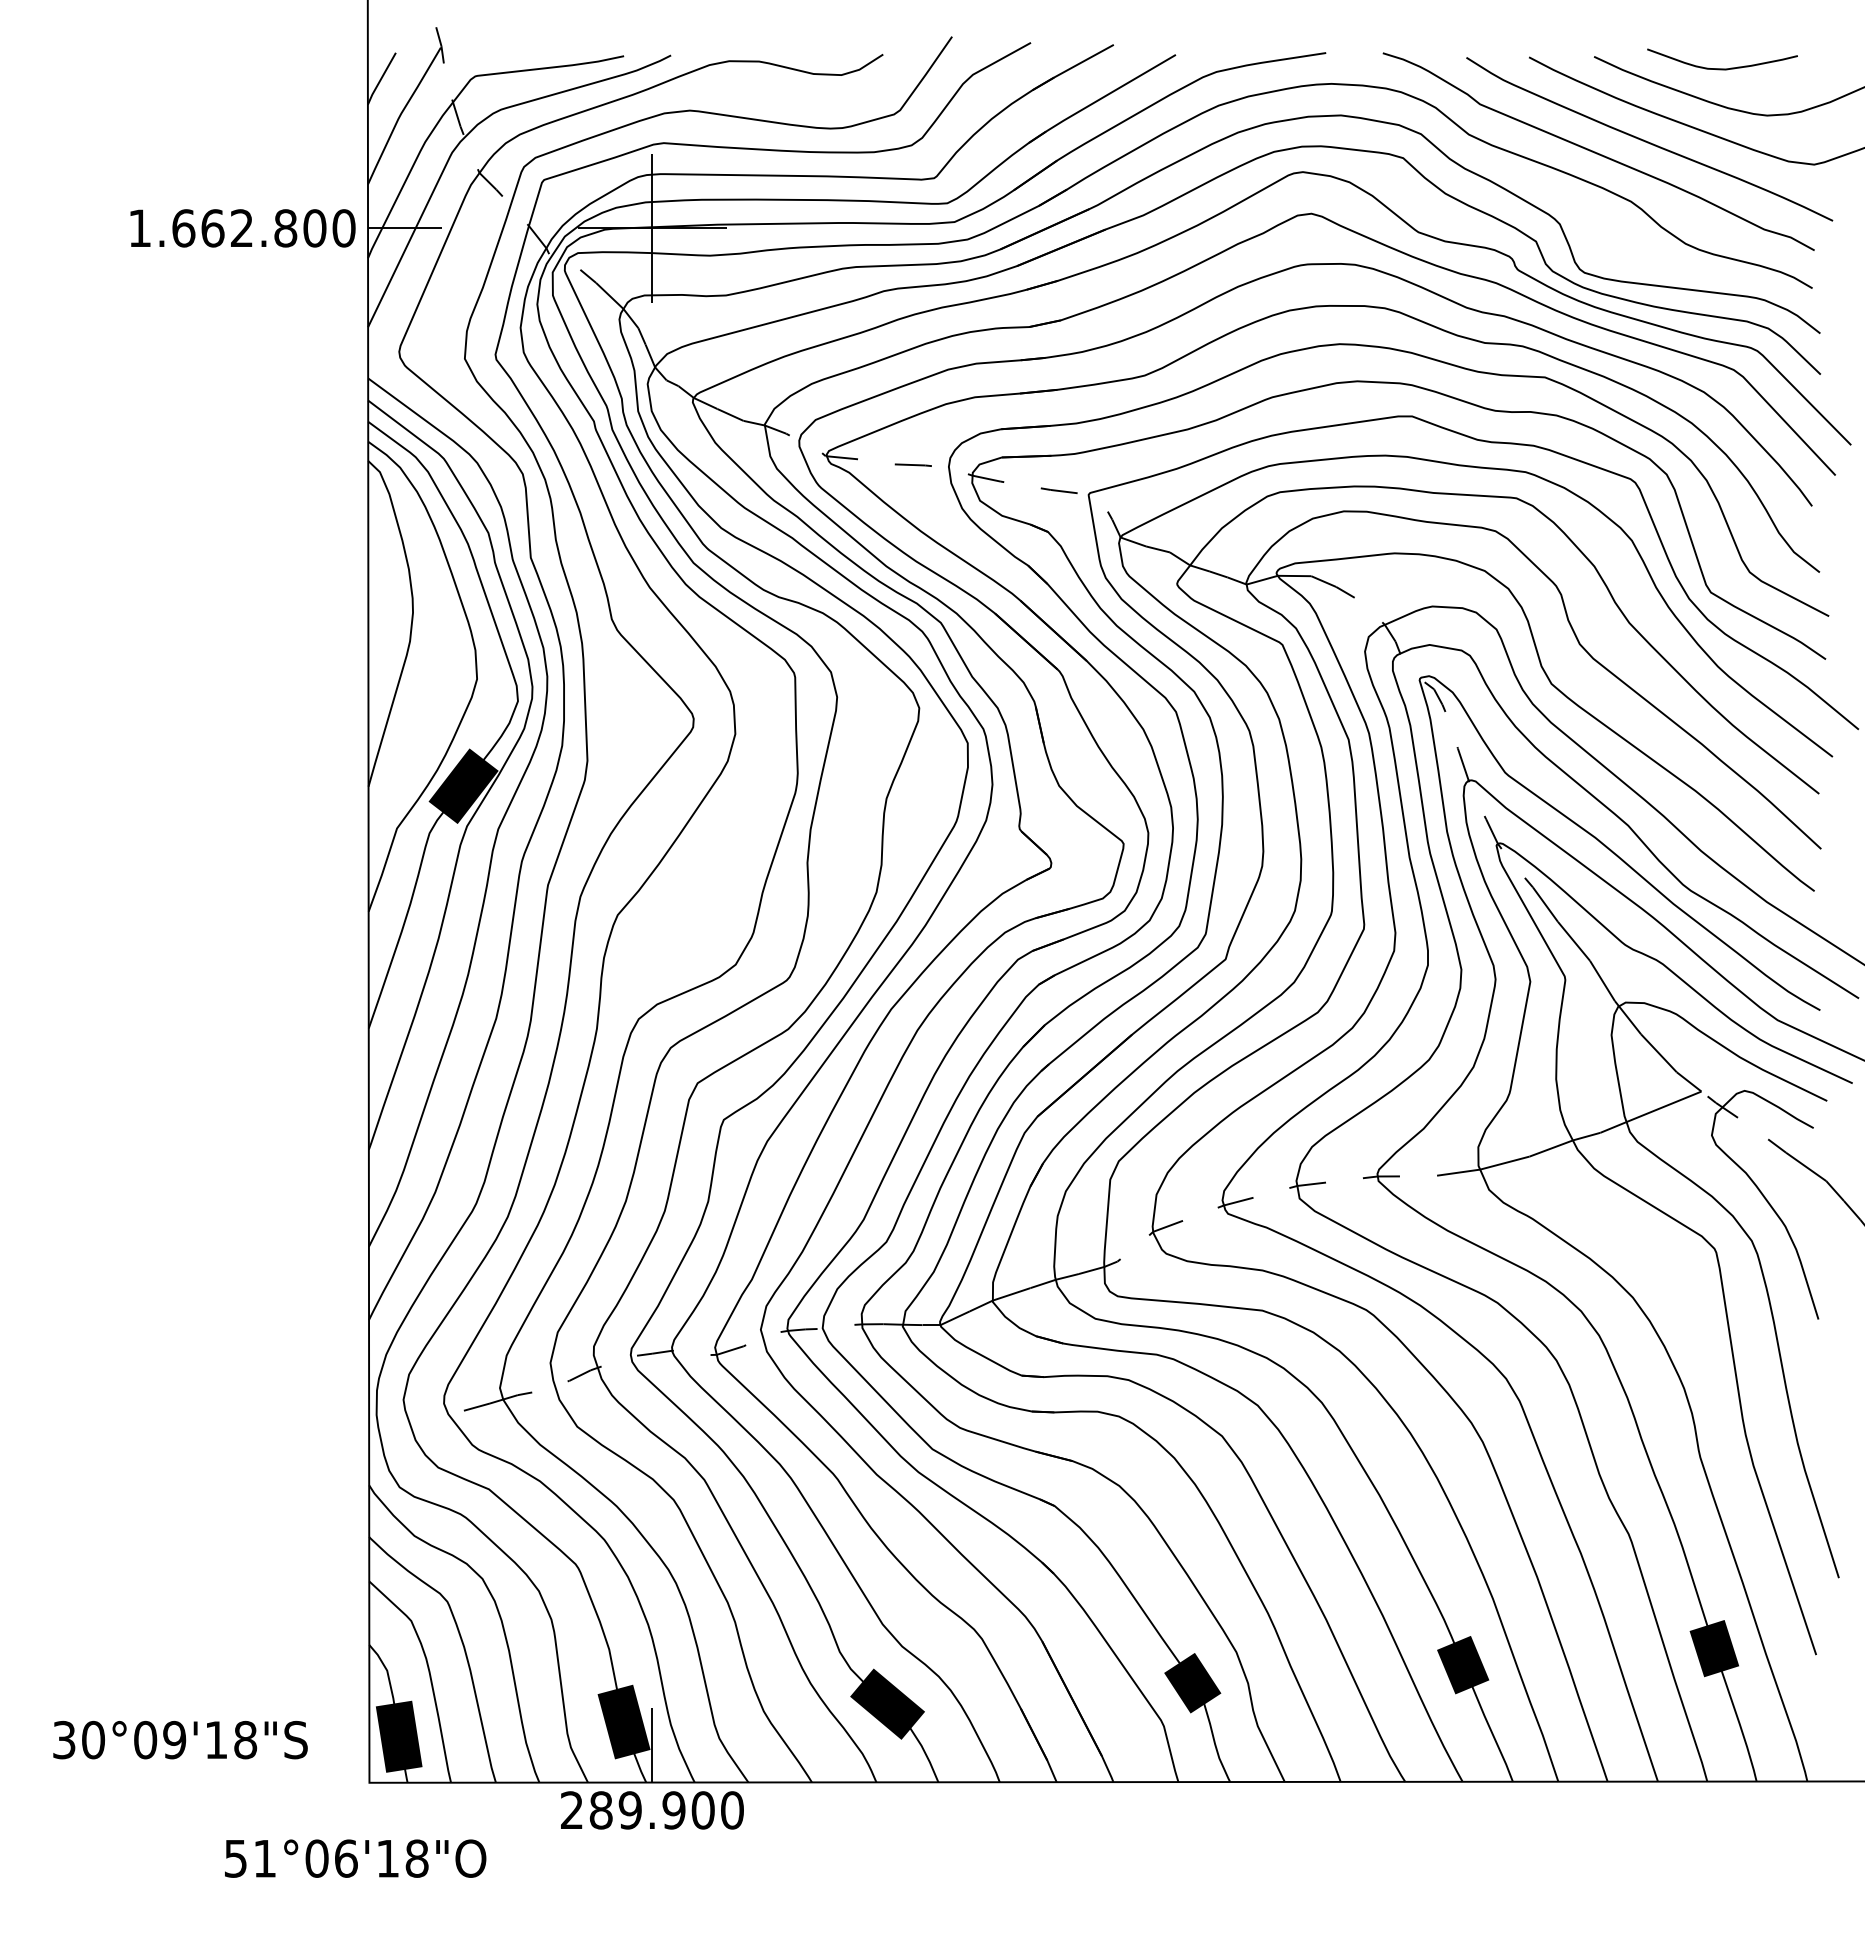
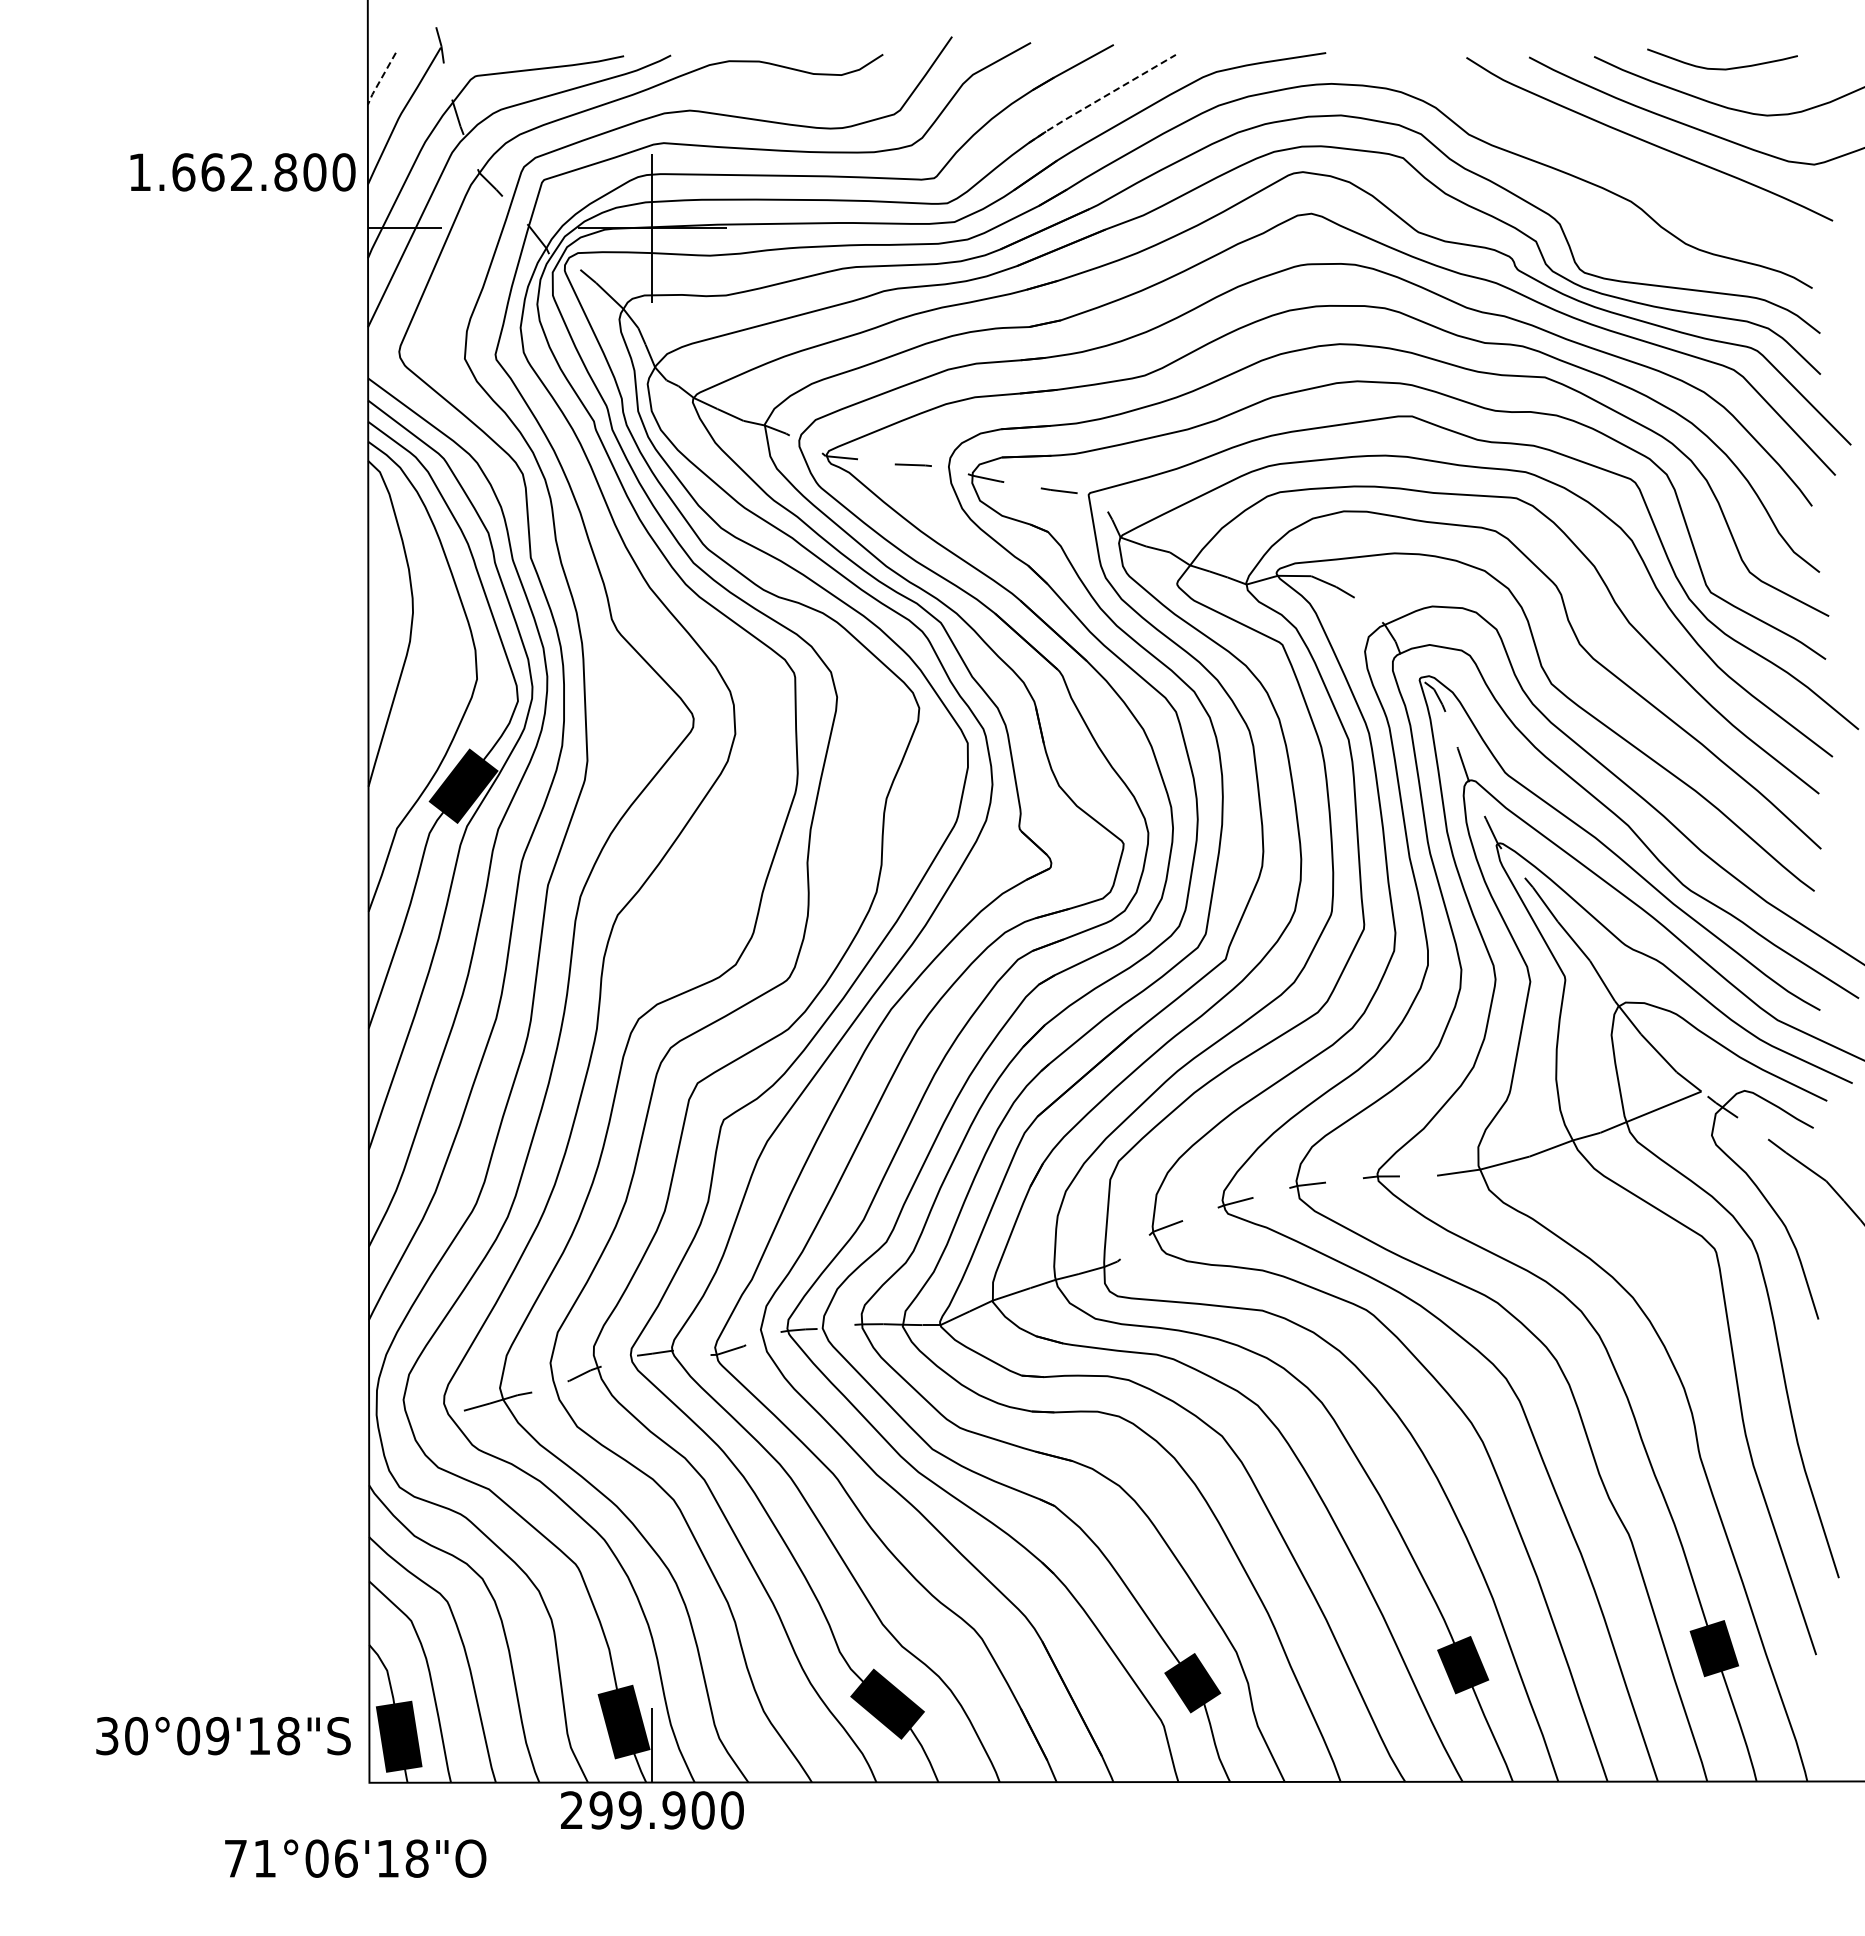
line at (380, 79): solid -> dashed
line at (1101, 98): solid -> dashed
curve at (1597, 152): present -> none
text at (242, 228) position: (242, 228) -> (242, 172)
text at (180, 1740) position: (180, 1740) -> (223, 1736)
text at (600, 1810): 289.900 -> 299.900
text at (235, 1858): 51°06'18"O -> 71°06'18"O
